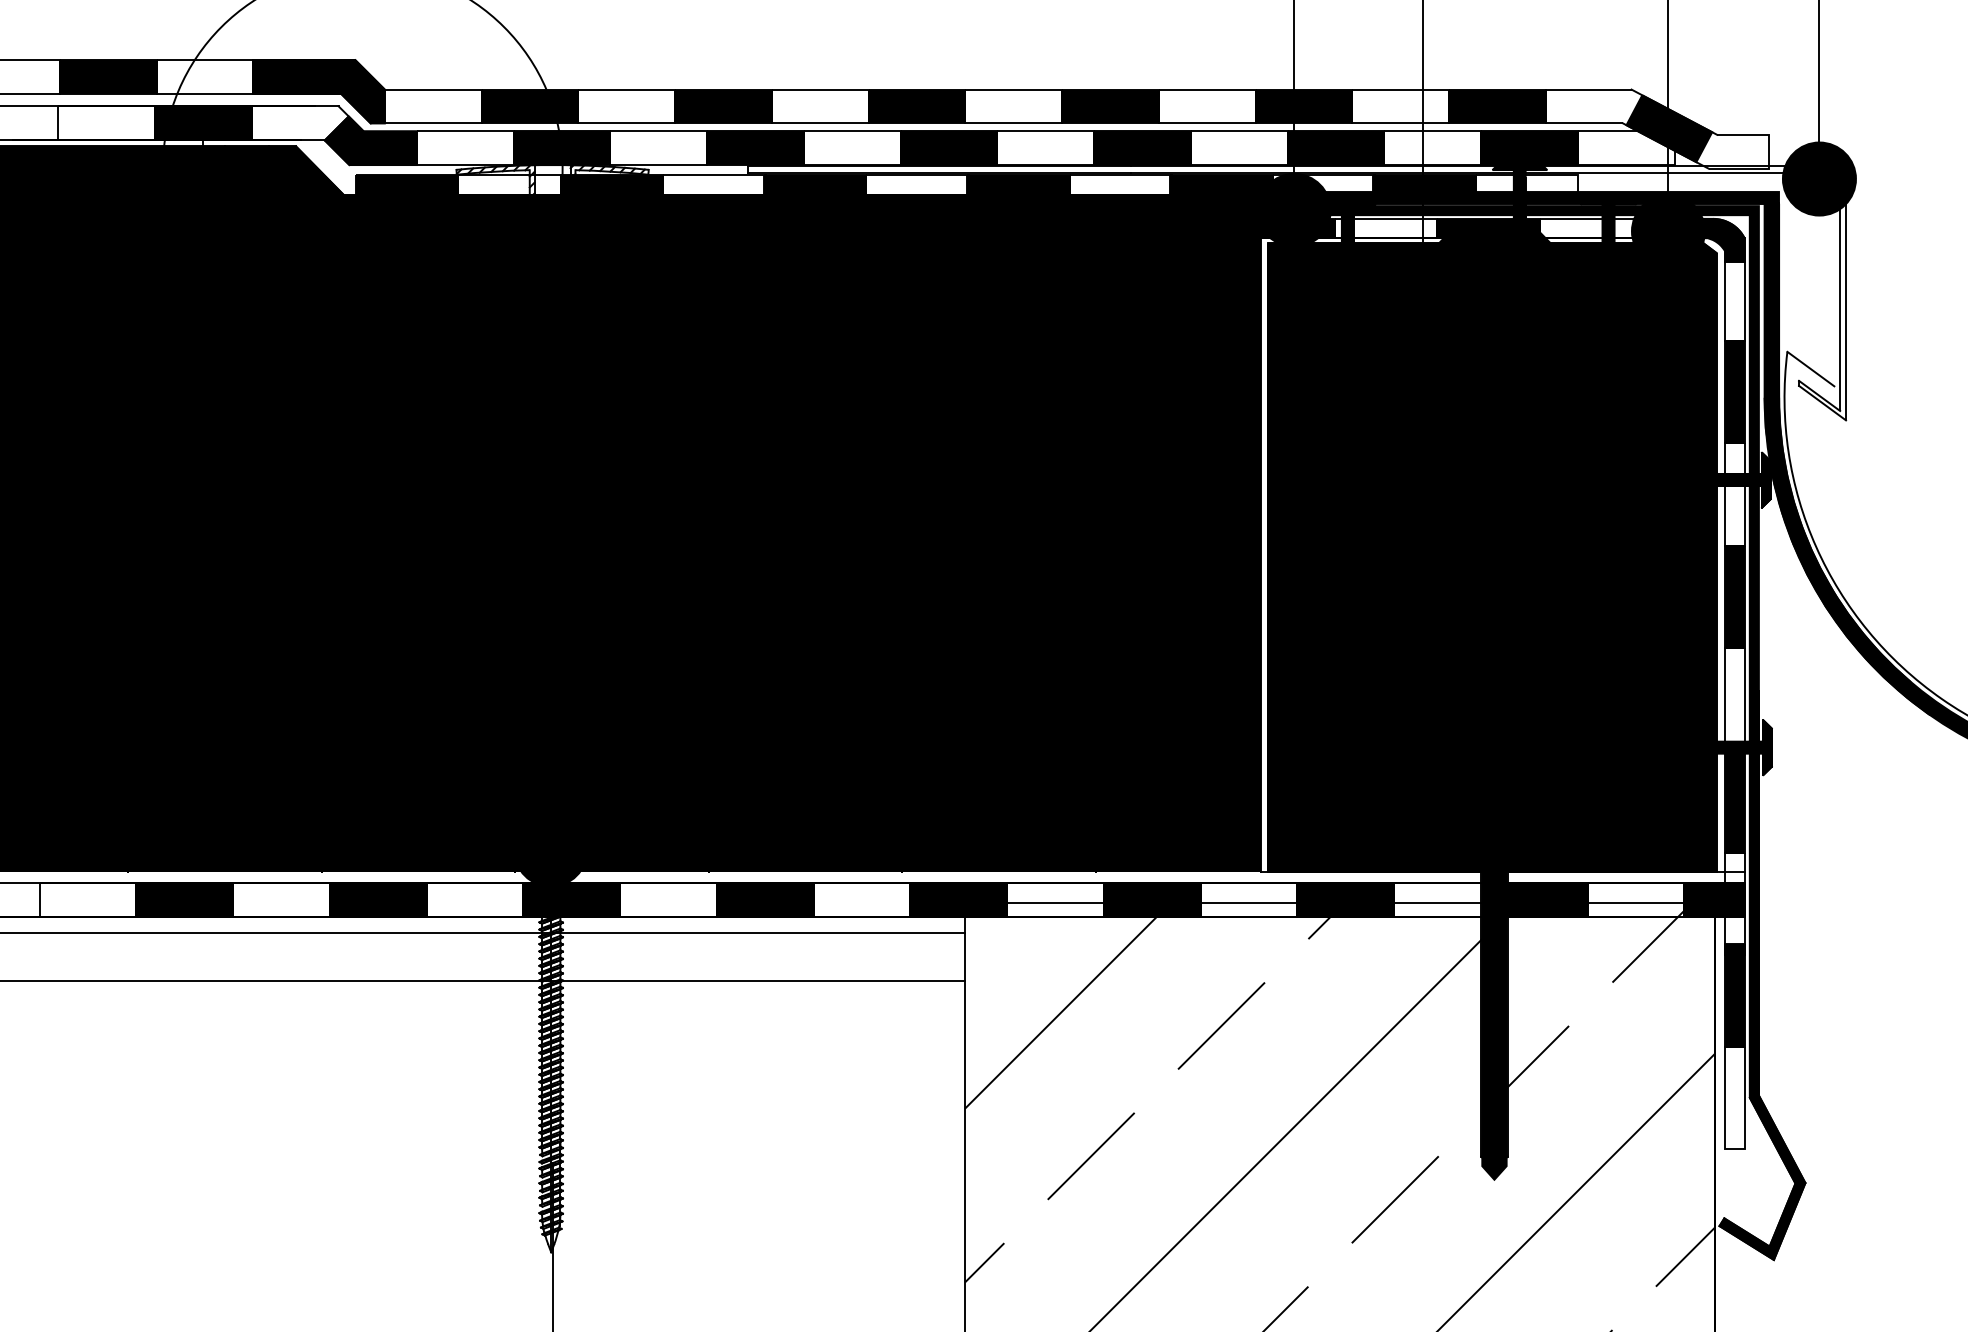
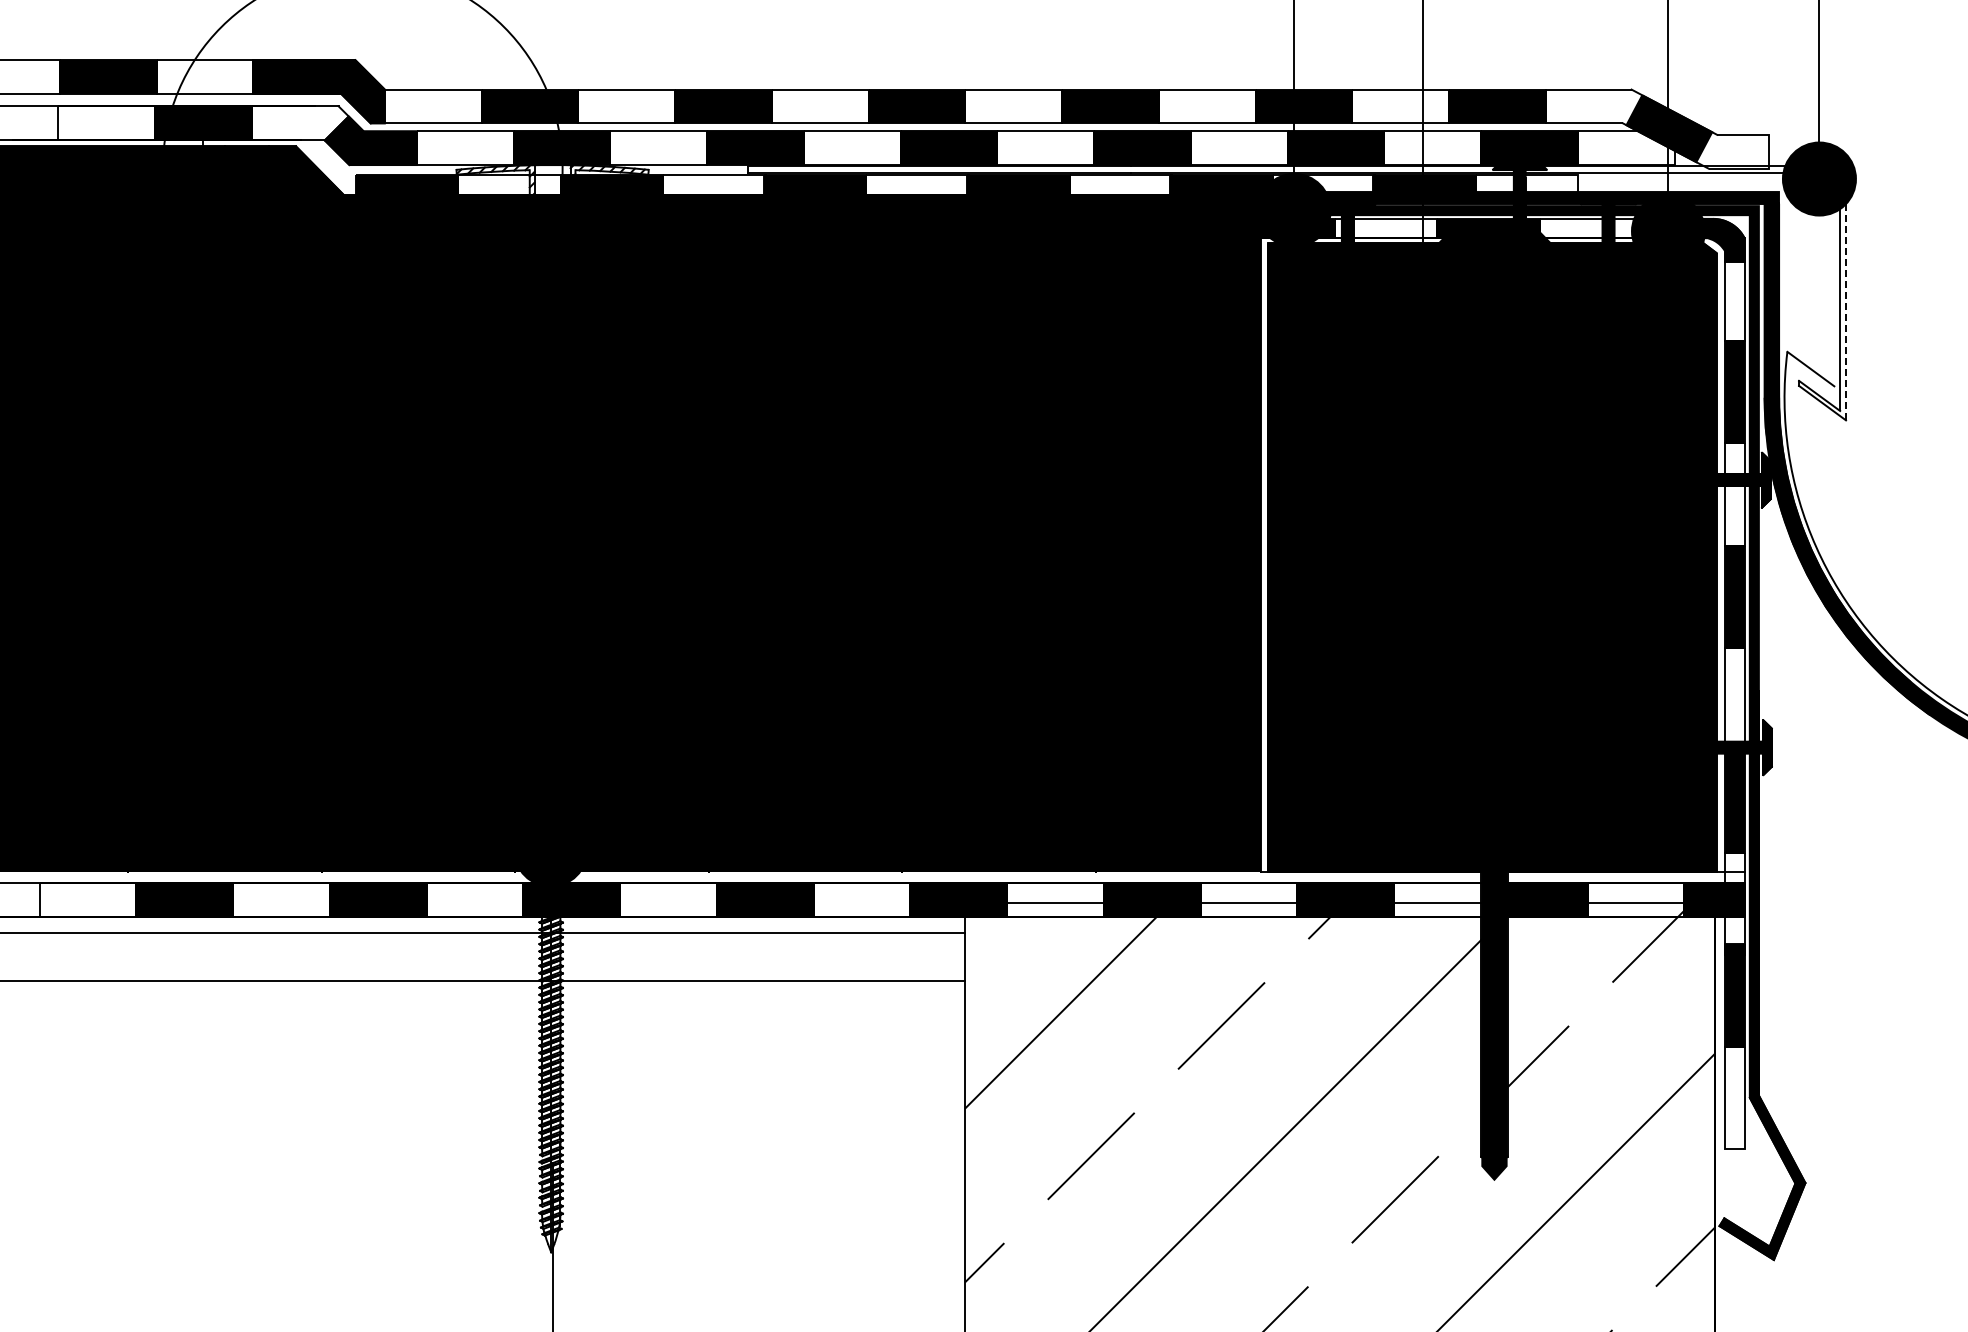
line at (1846, 300): solid -> dashed
